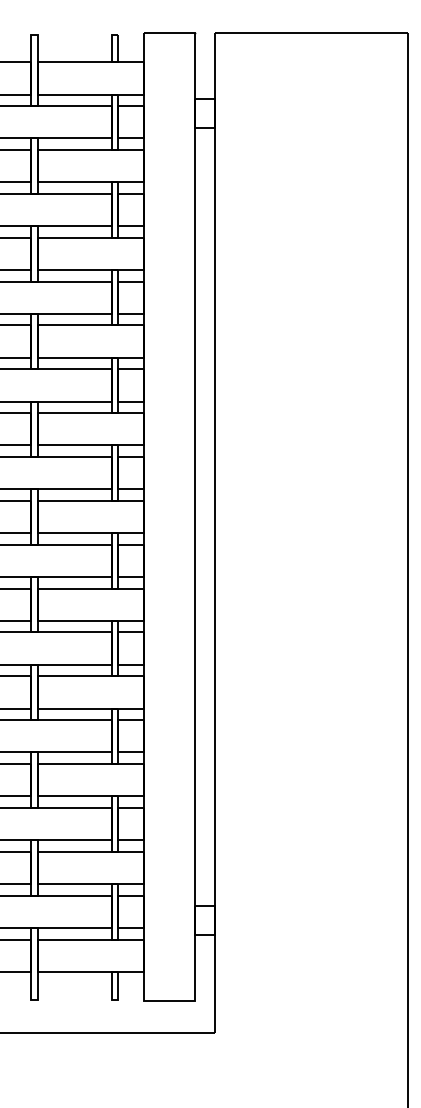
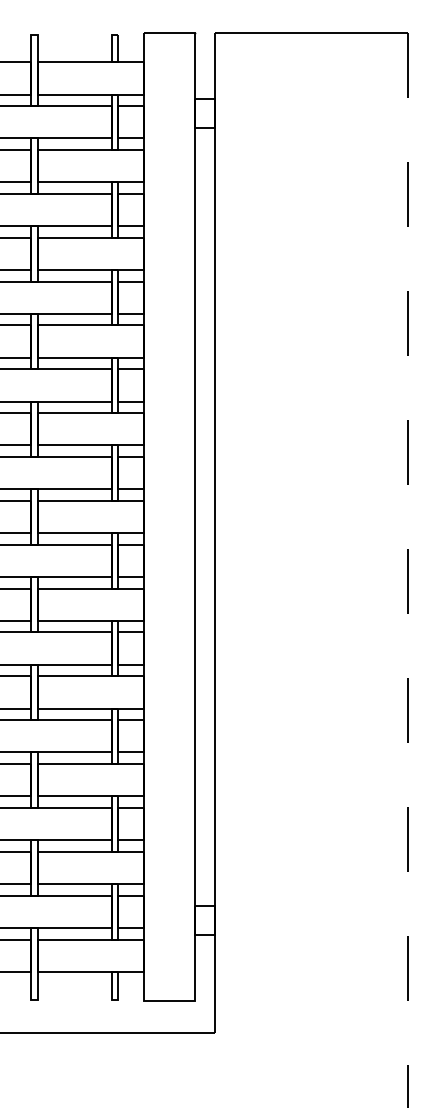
line at (408, 570): solid -> dashed
